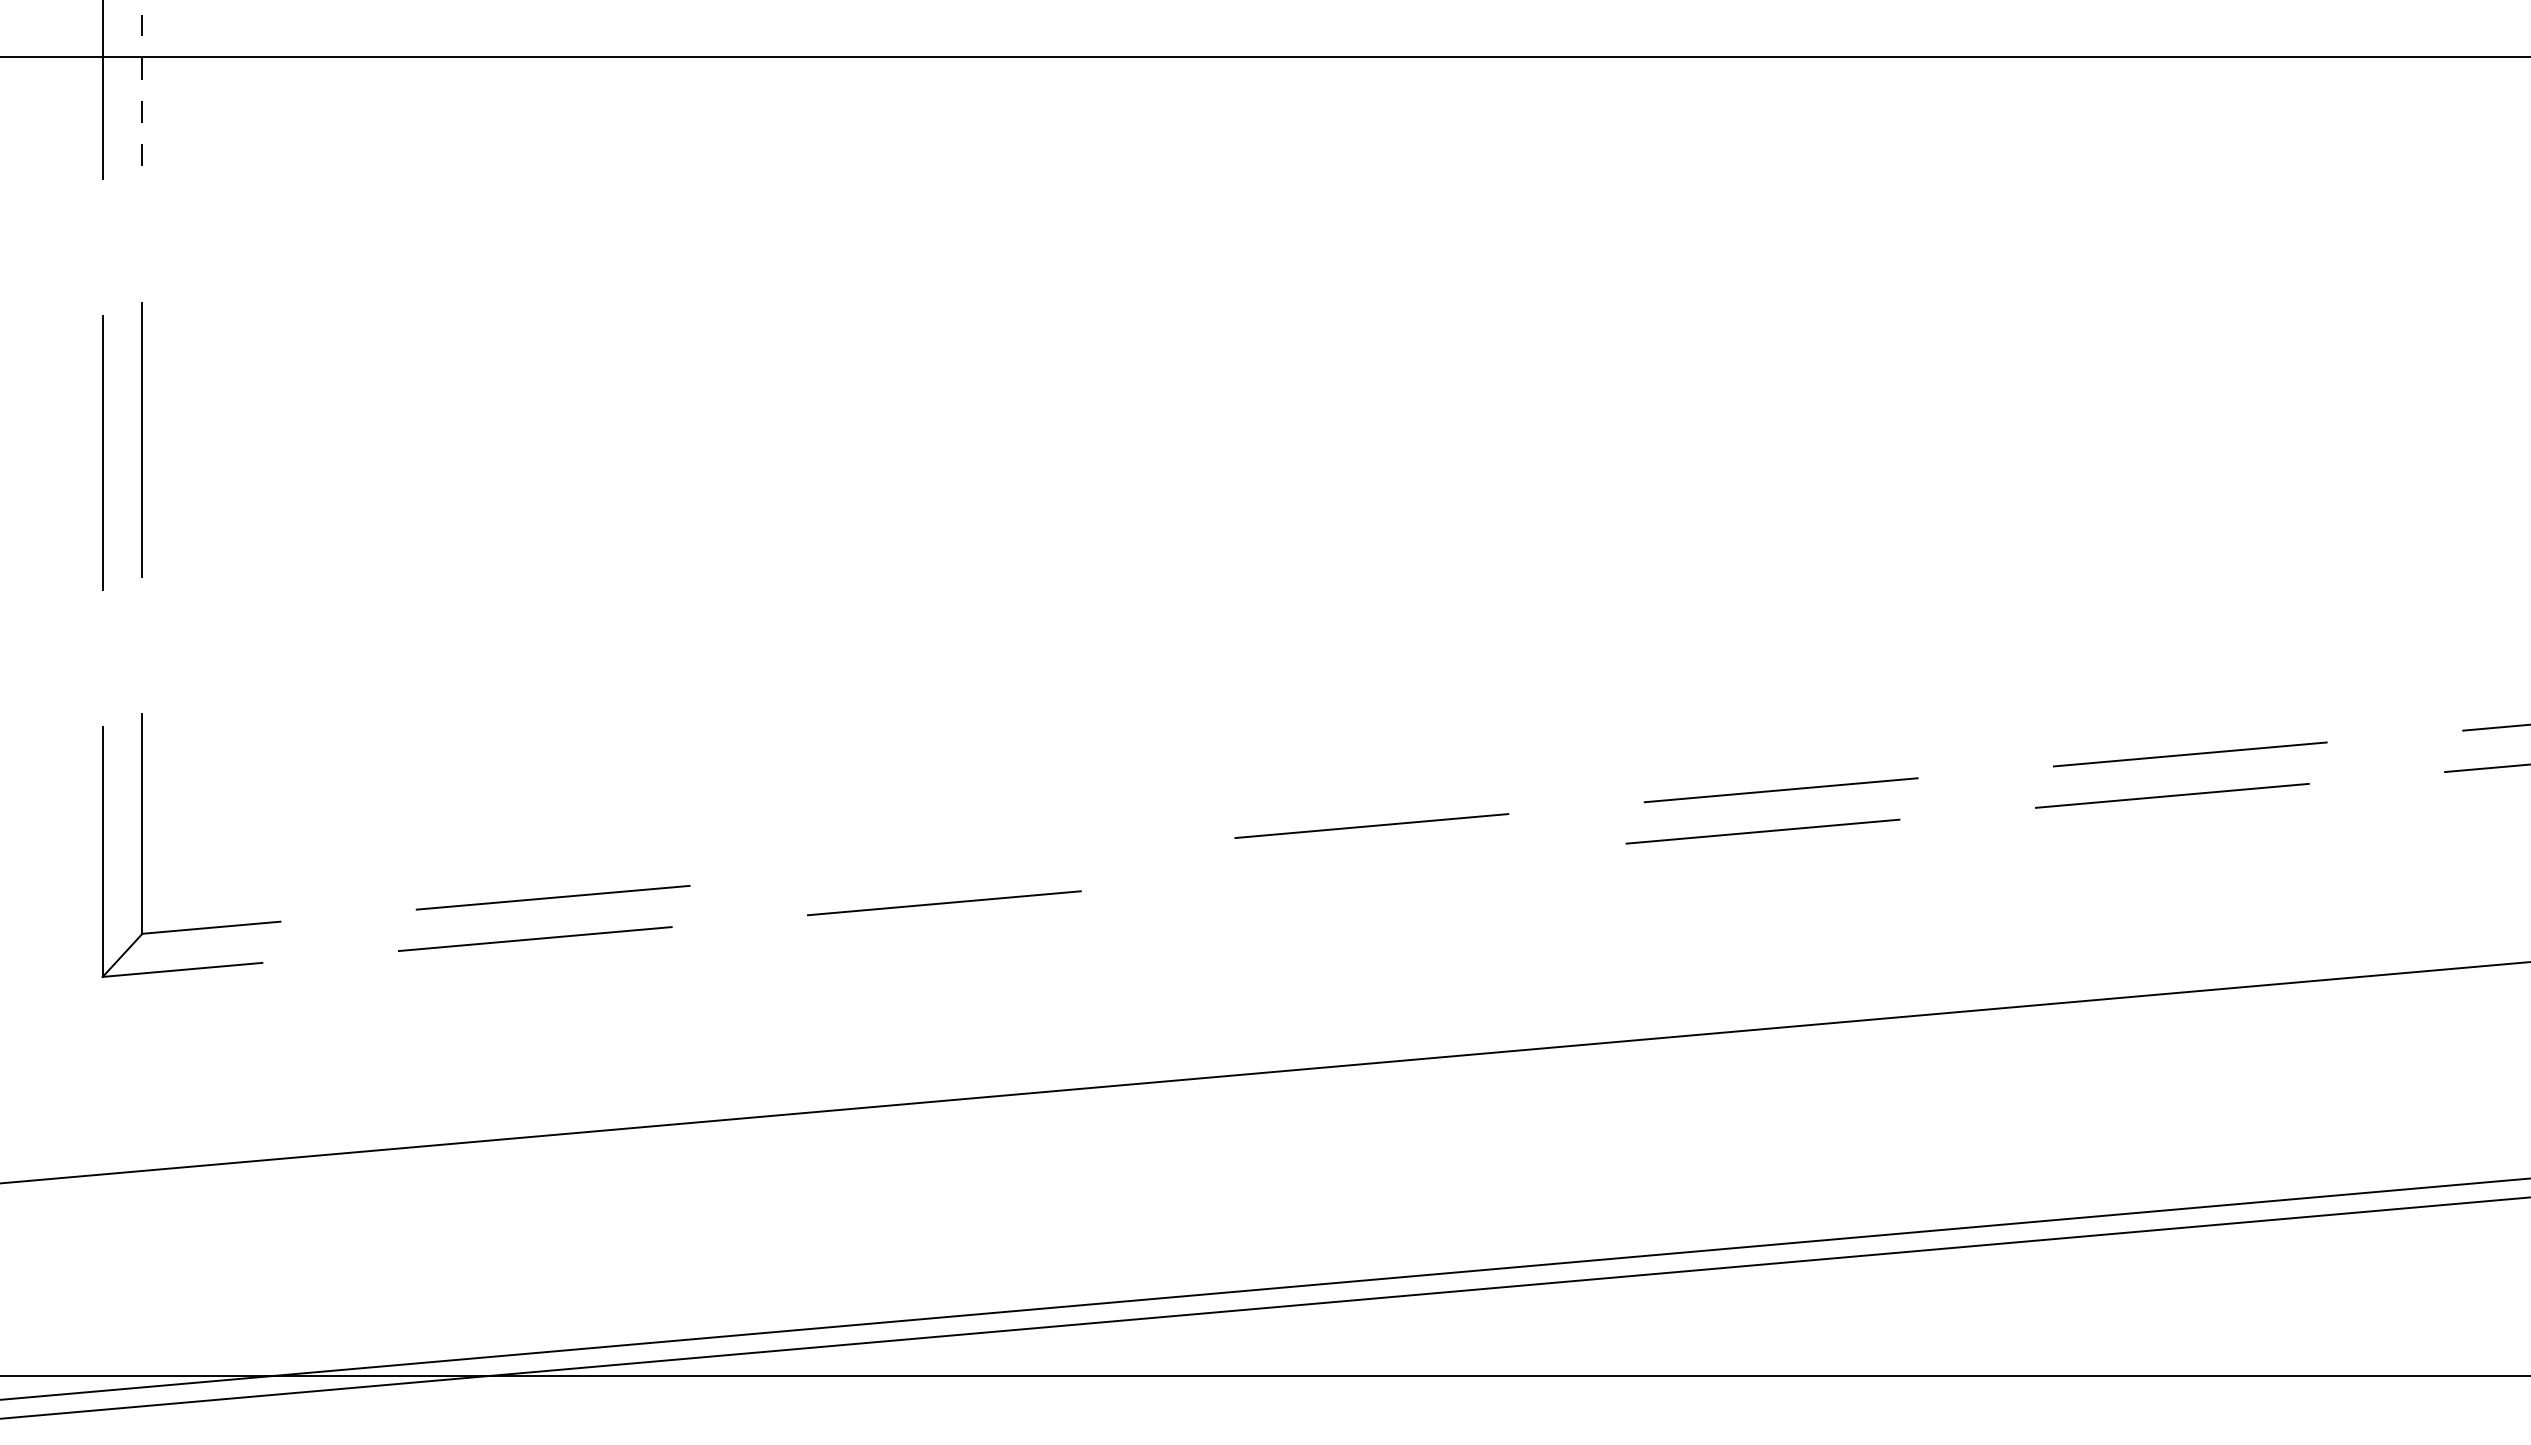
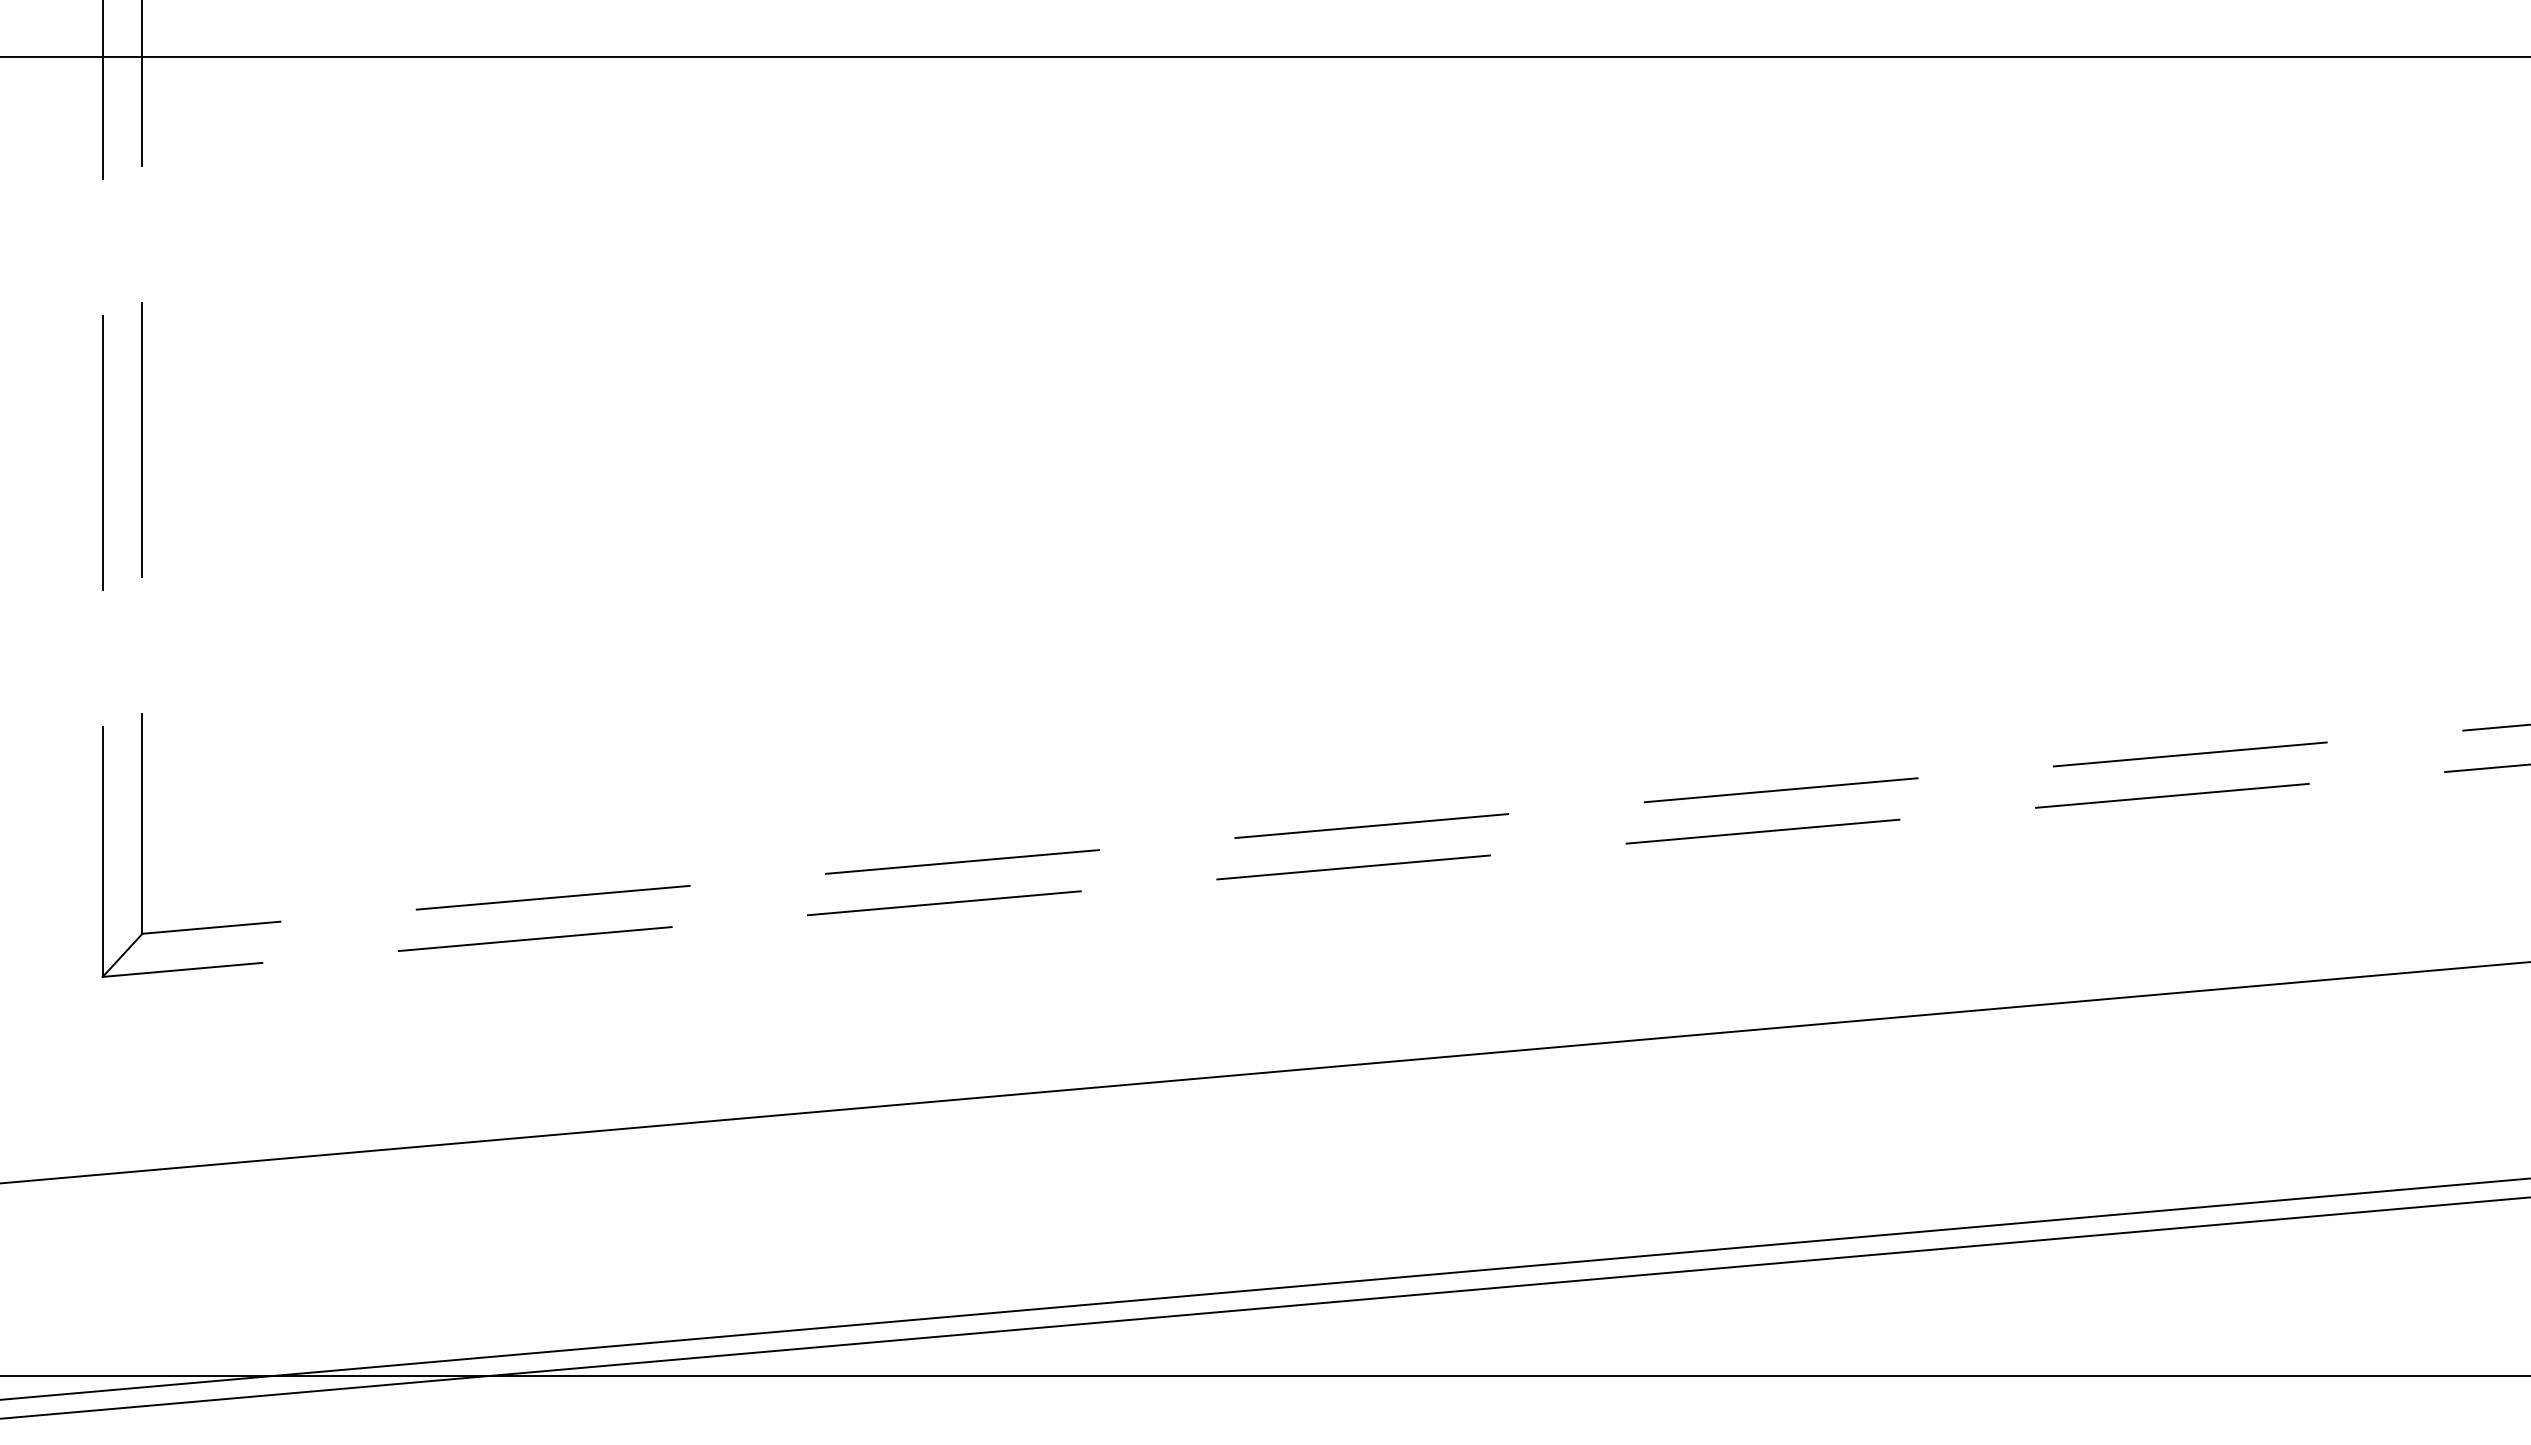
line at (142, 82): dashed -> solid
line at (962, 861): none -> present
line at (1353, 867): none -> present
